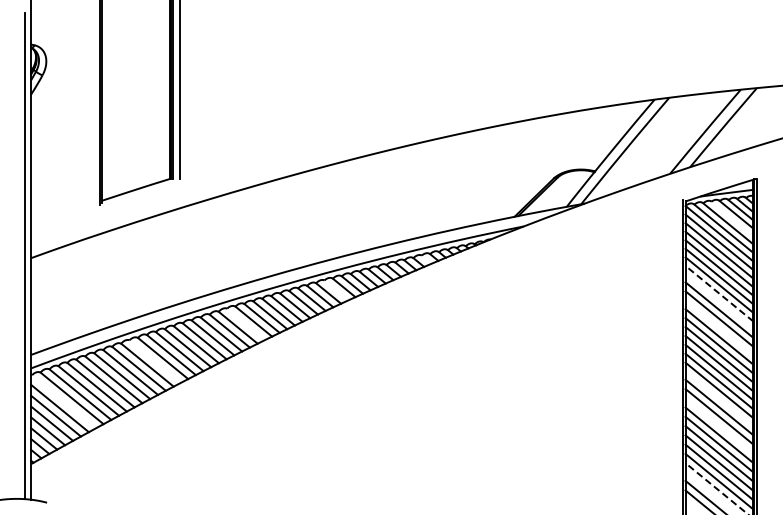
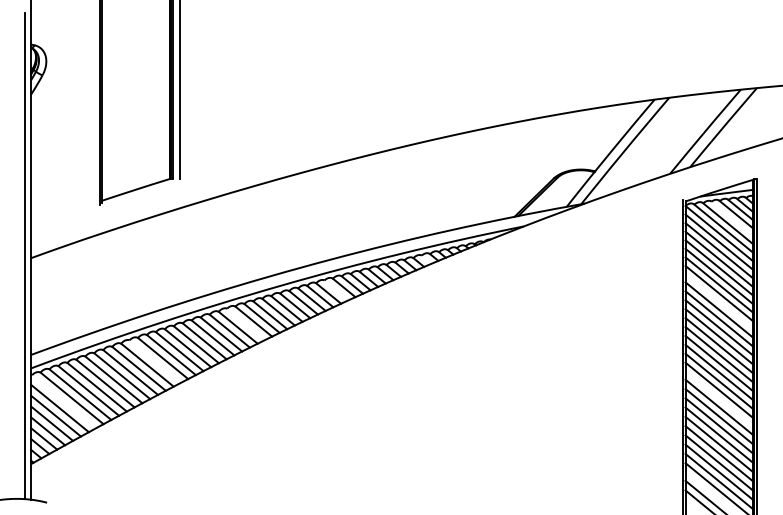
line at (719, 293): dashed -> solid
line at (719, 327): none -> present
line at (719, 425): none -> present
line at (717, 489): dashed -> solid
